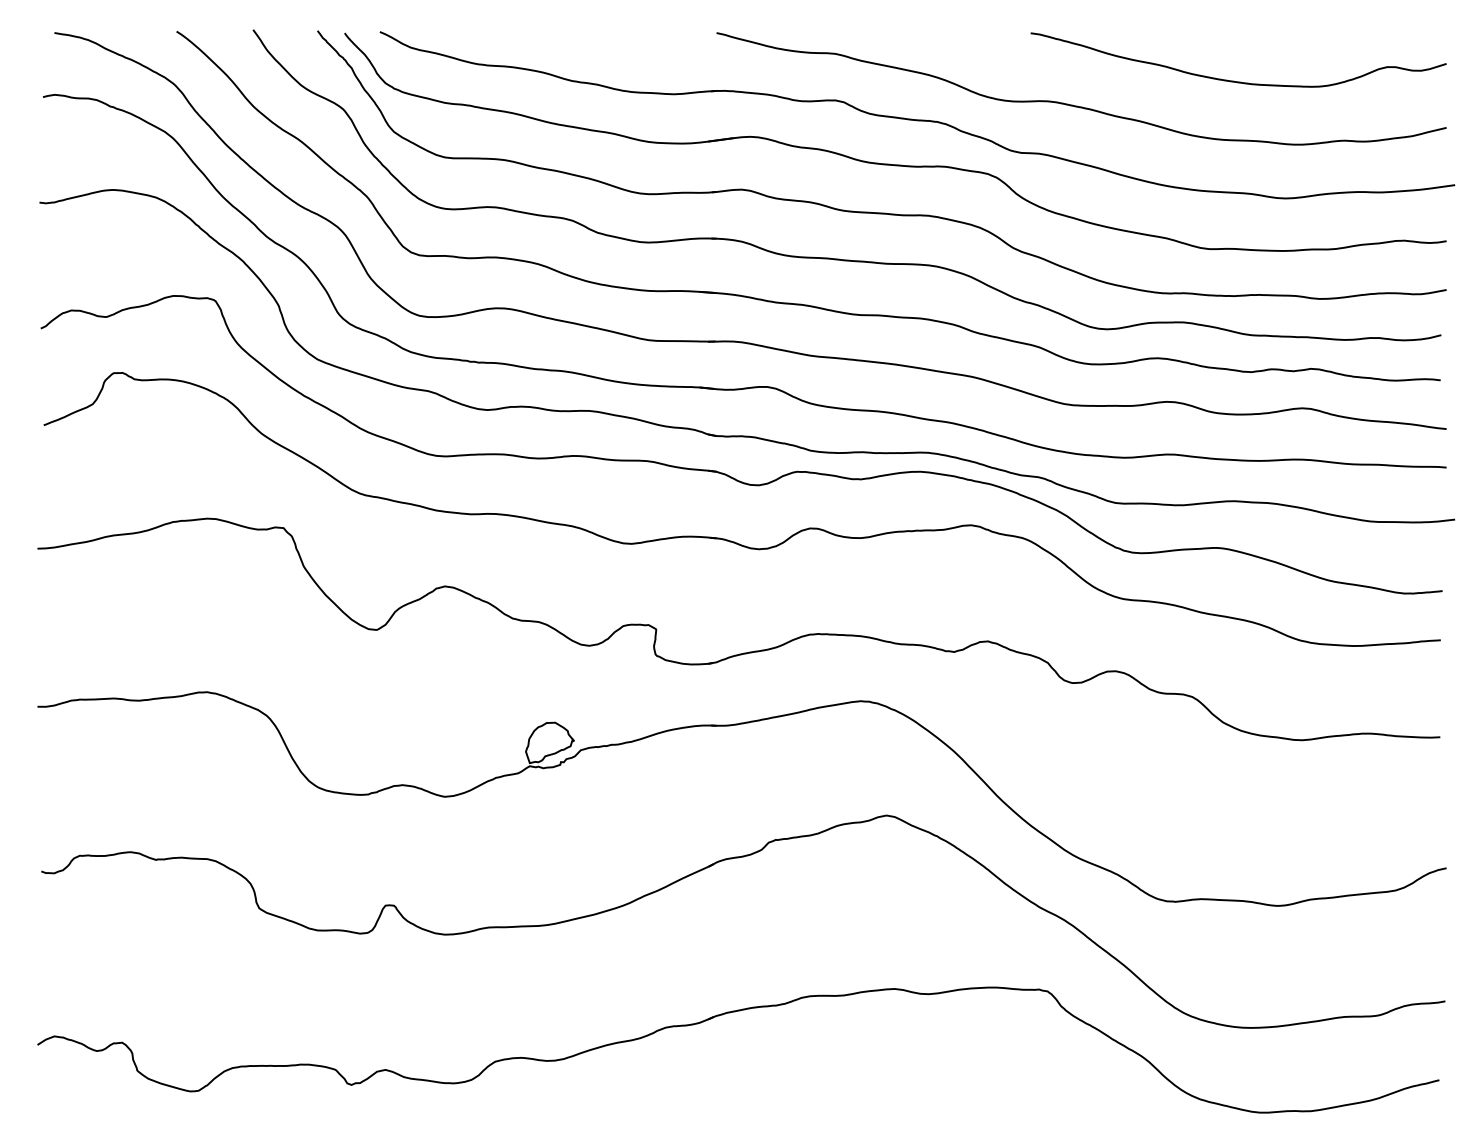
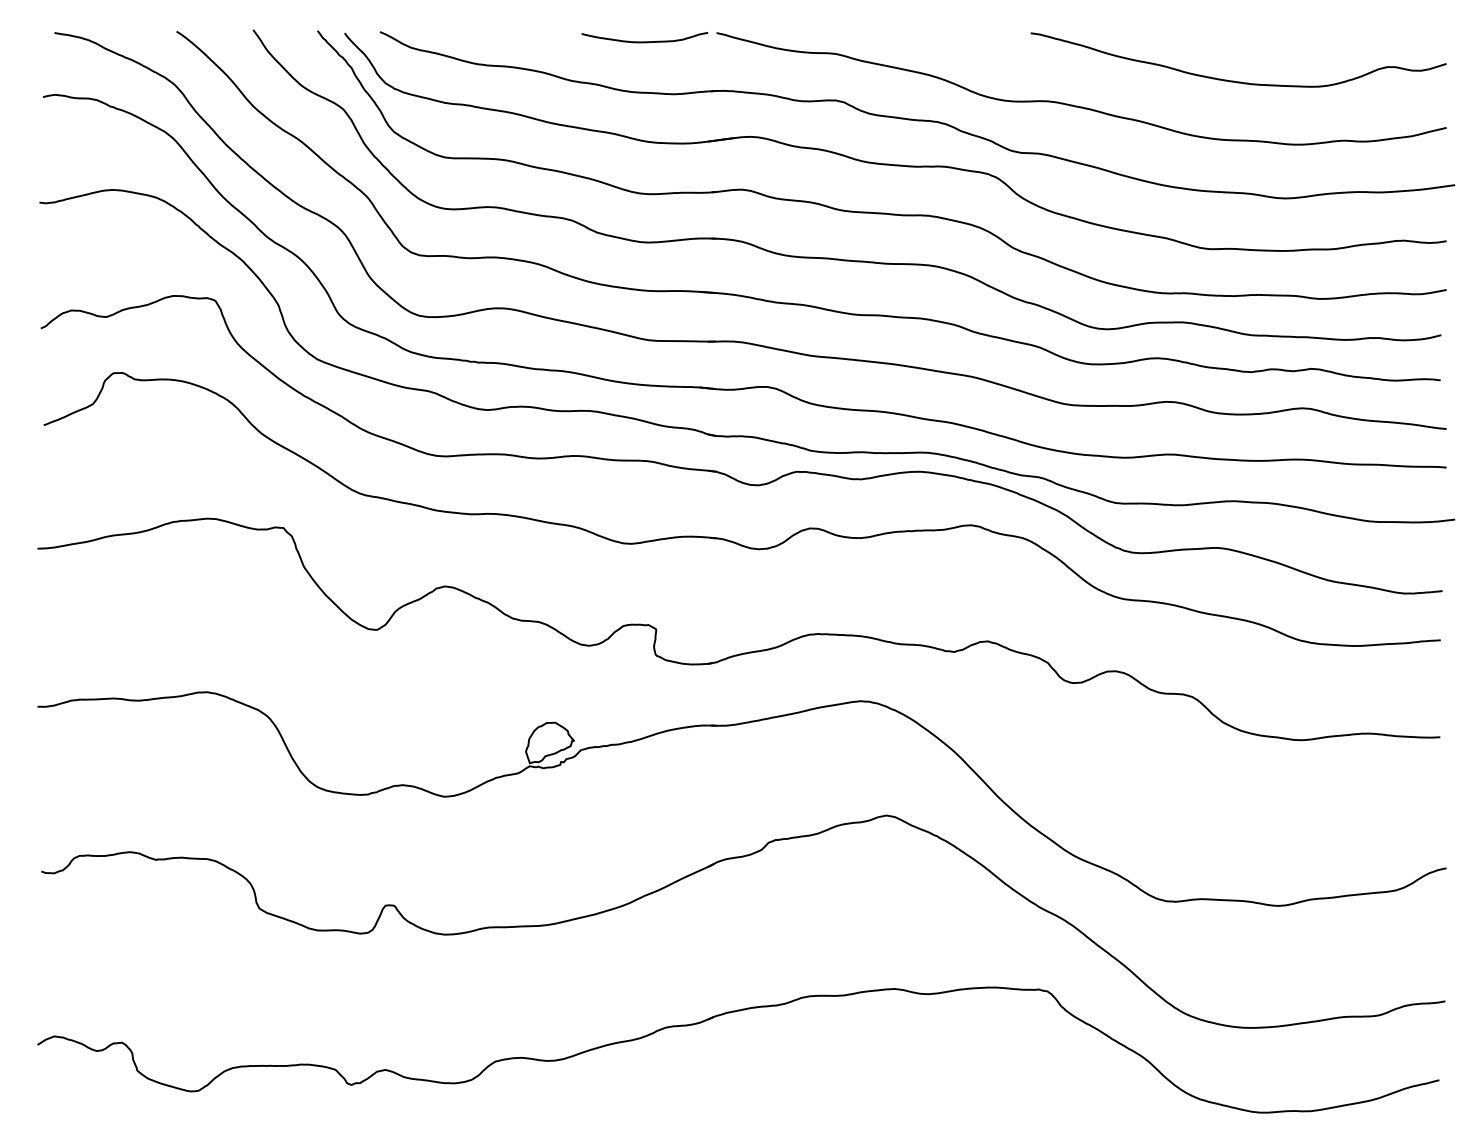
curve at (644, 41): none -> present
